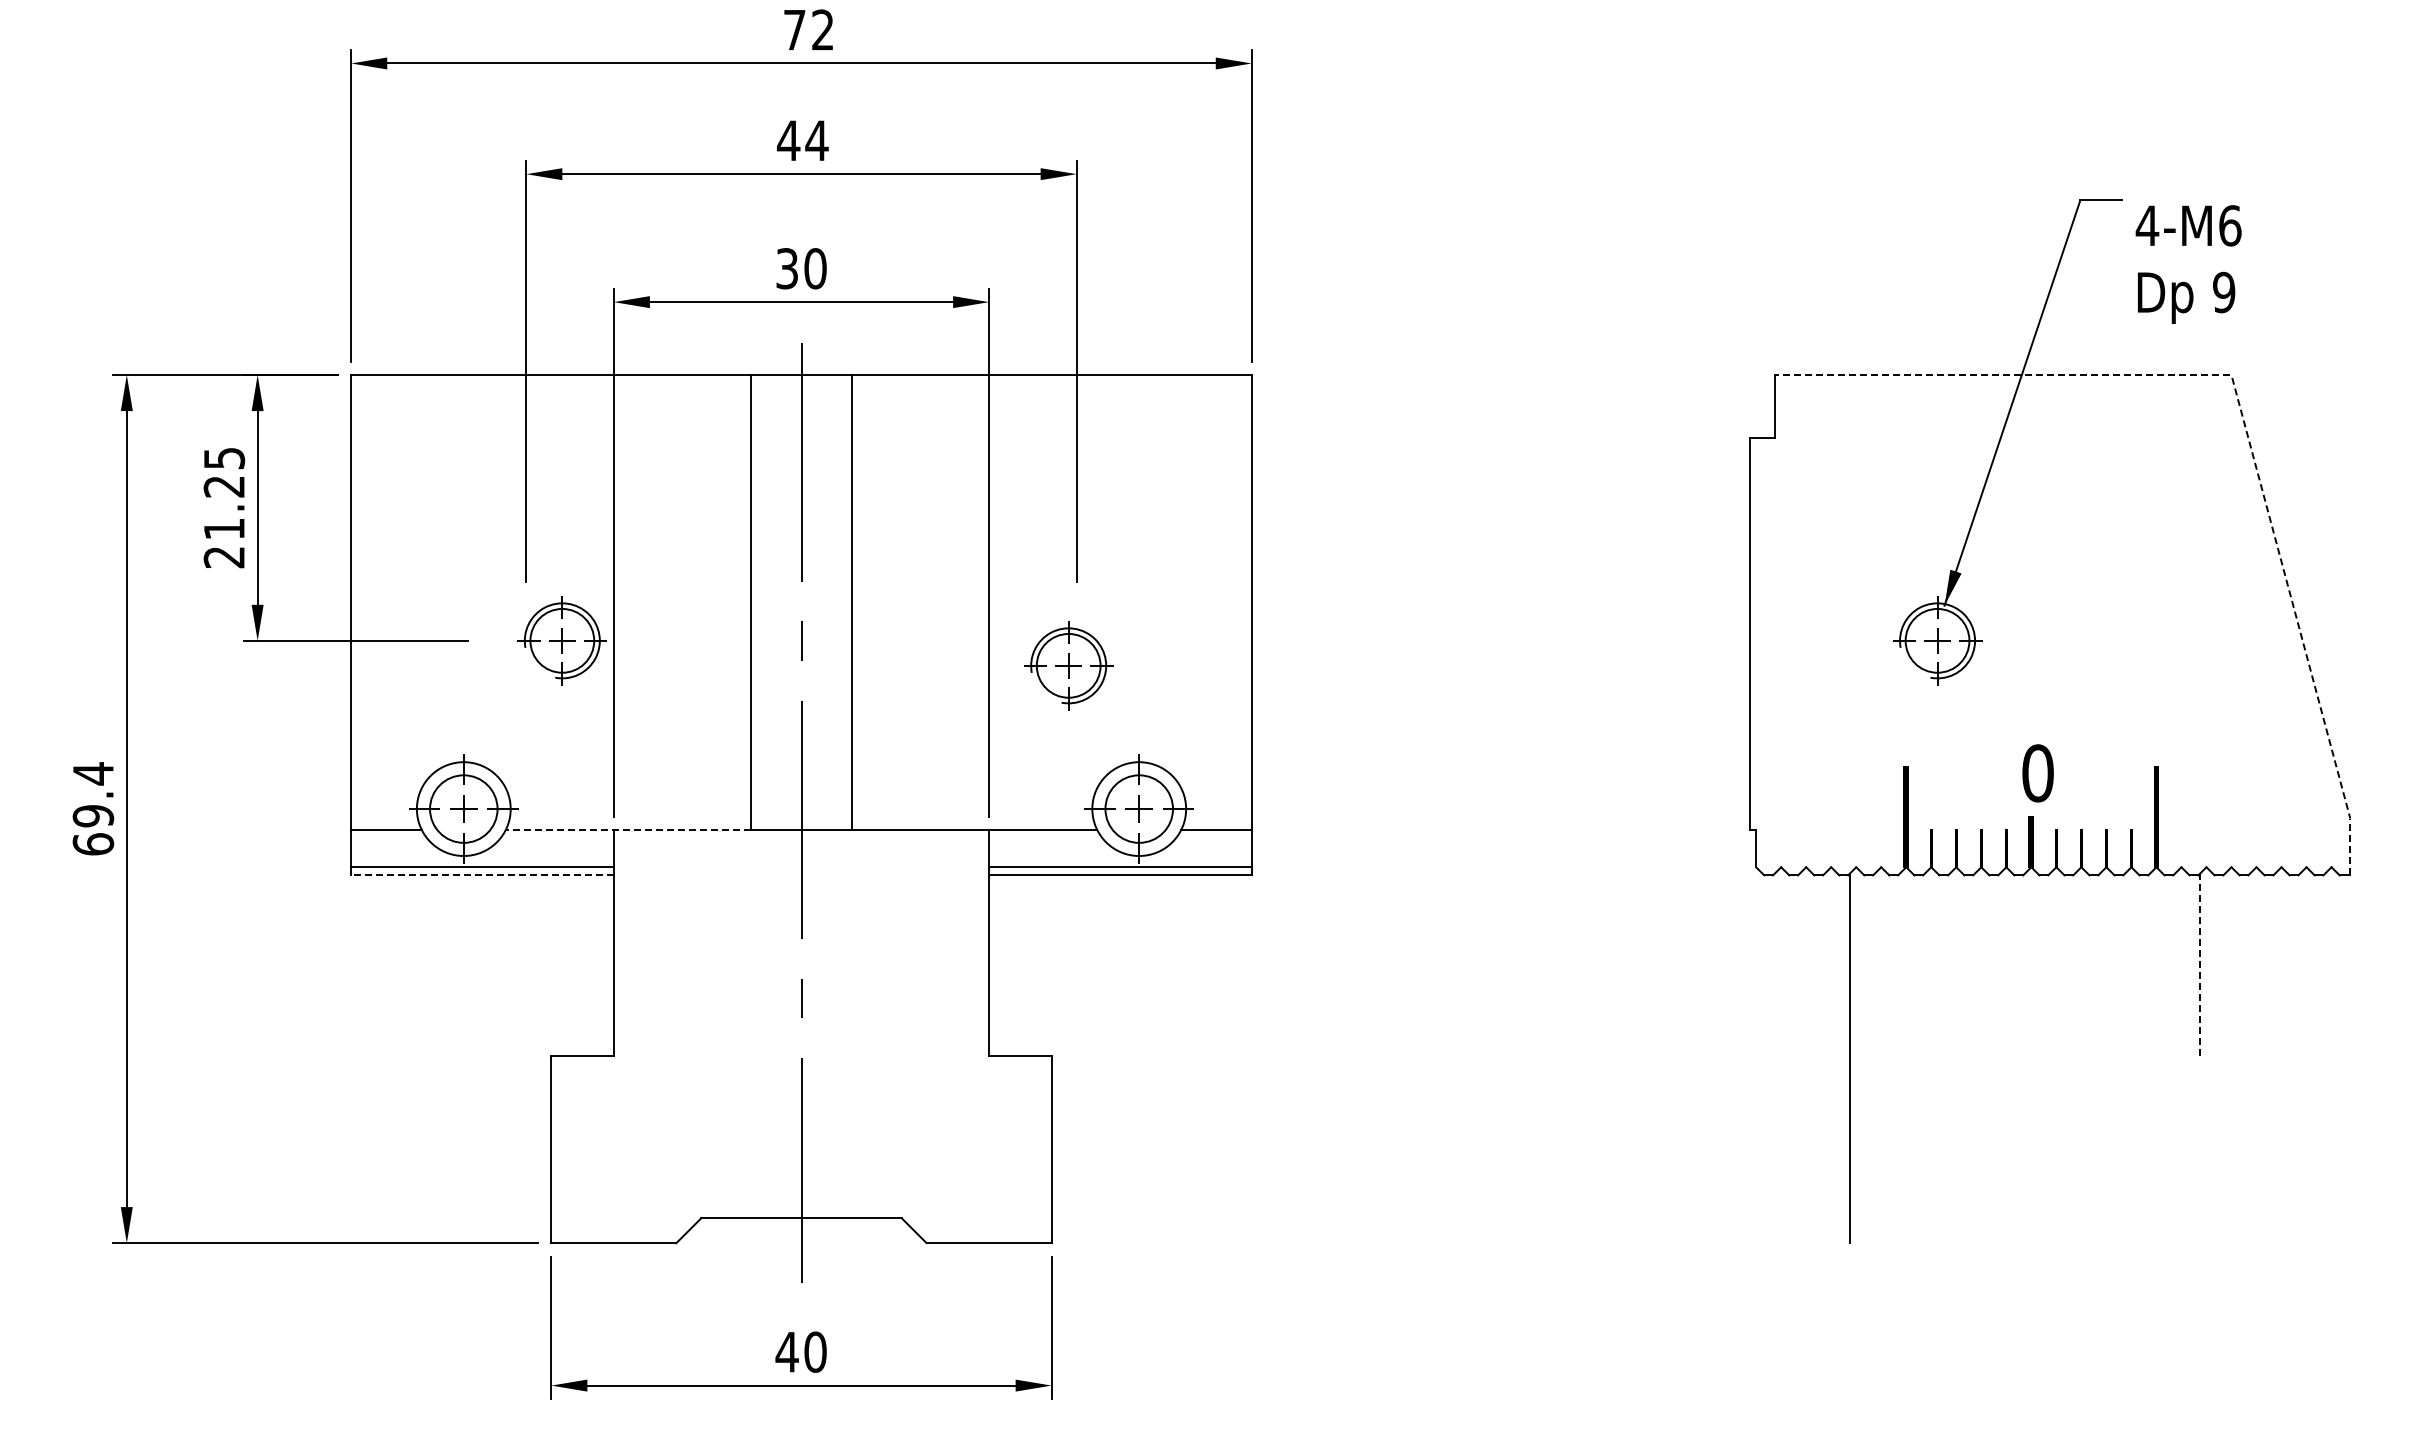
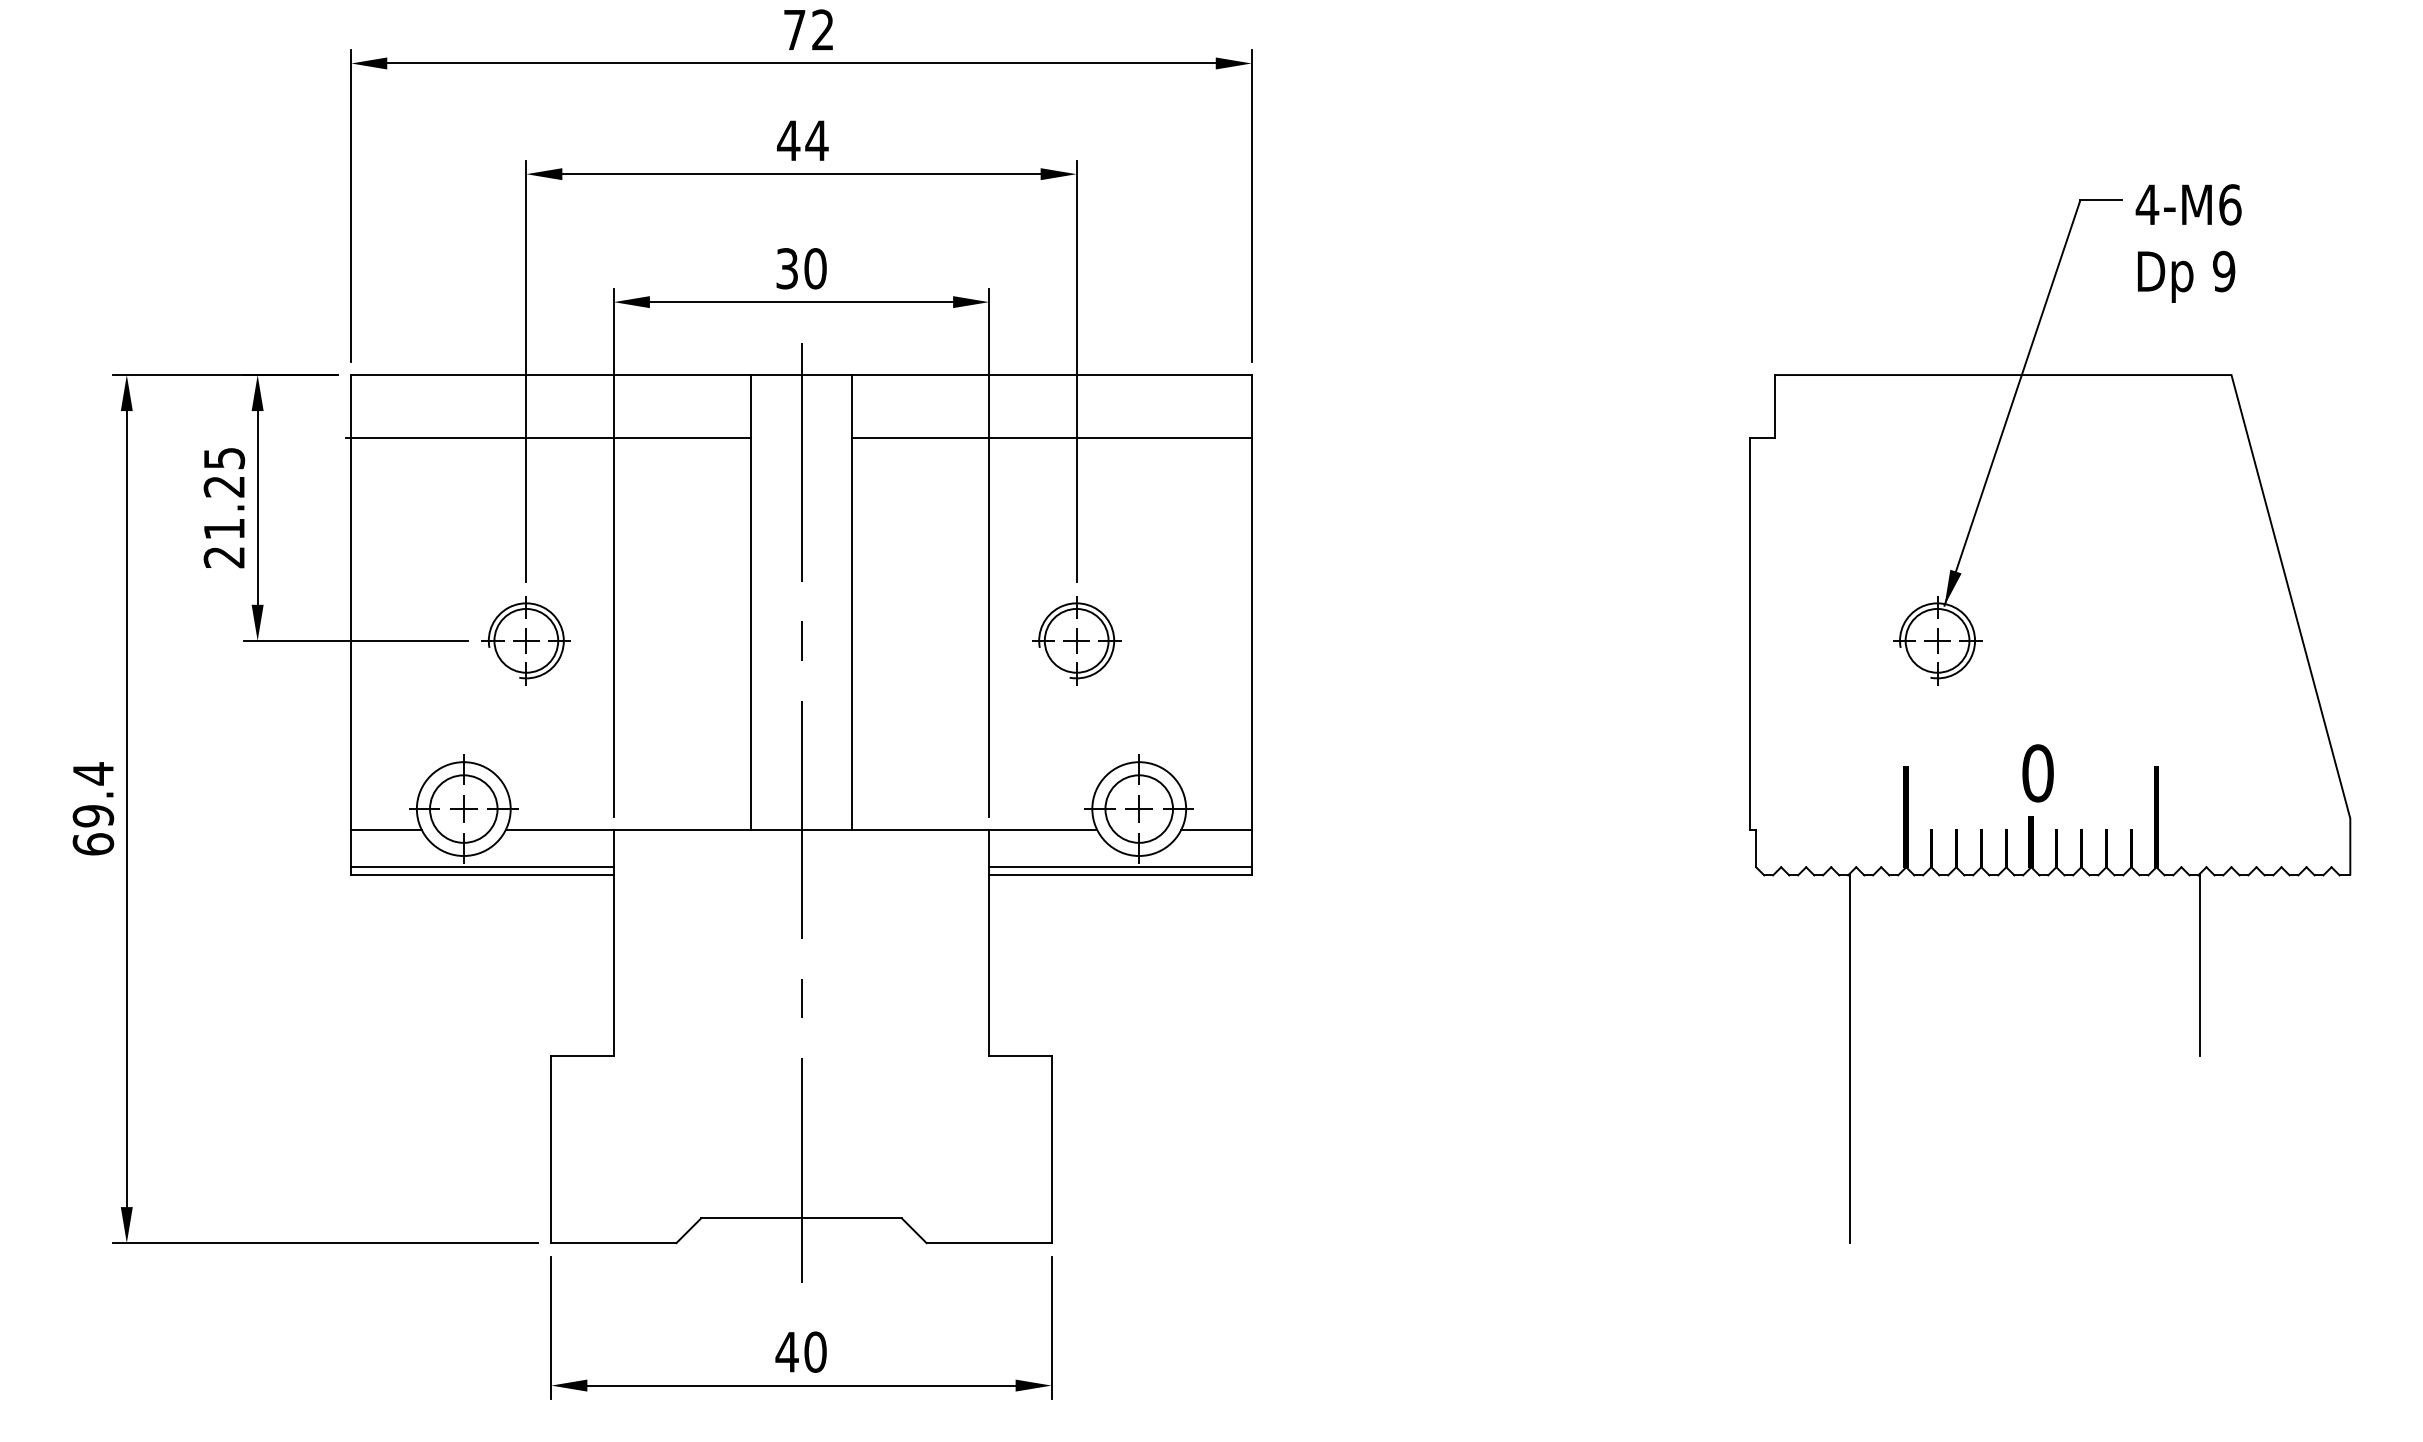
text at (2188, 264) position: (2188, 264) -> (2188, 243)
line at (2239, 403): dashed -> solid
line at (548, 437): none -> present
line at (1051, 437): none -> present
part at (561, 640) position: (561, 640) -> (525, 640)
part at (1068, 665) position: (1068, 665) -> (1076, 640)
line at (628, 830): dashed -> solid
line at (482, 875): dashed -> solid
line at (2200, 964): dashed -> solid
